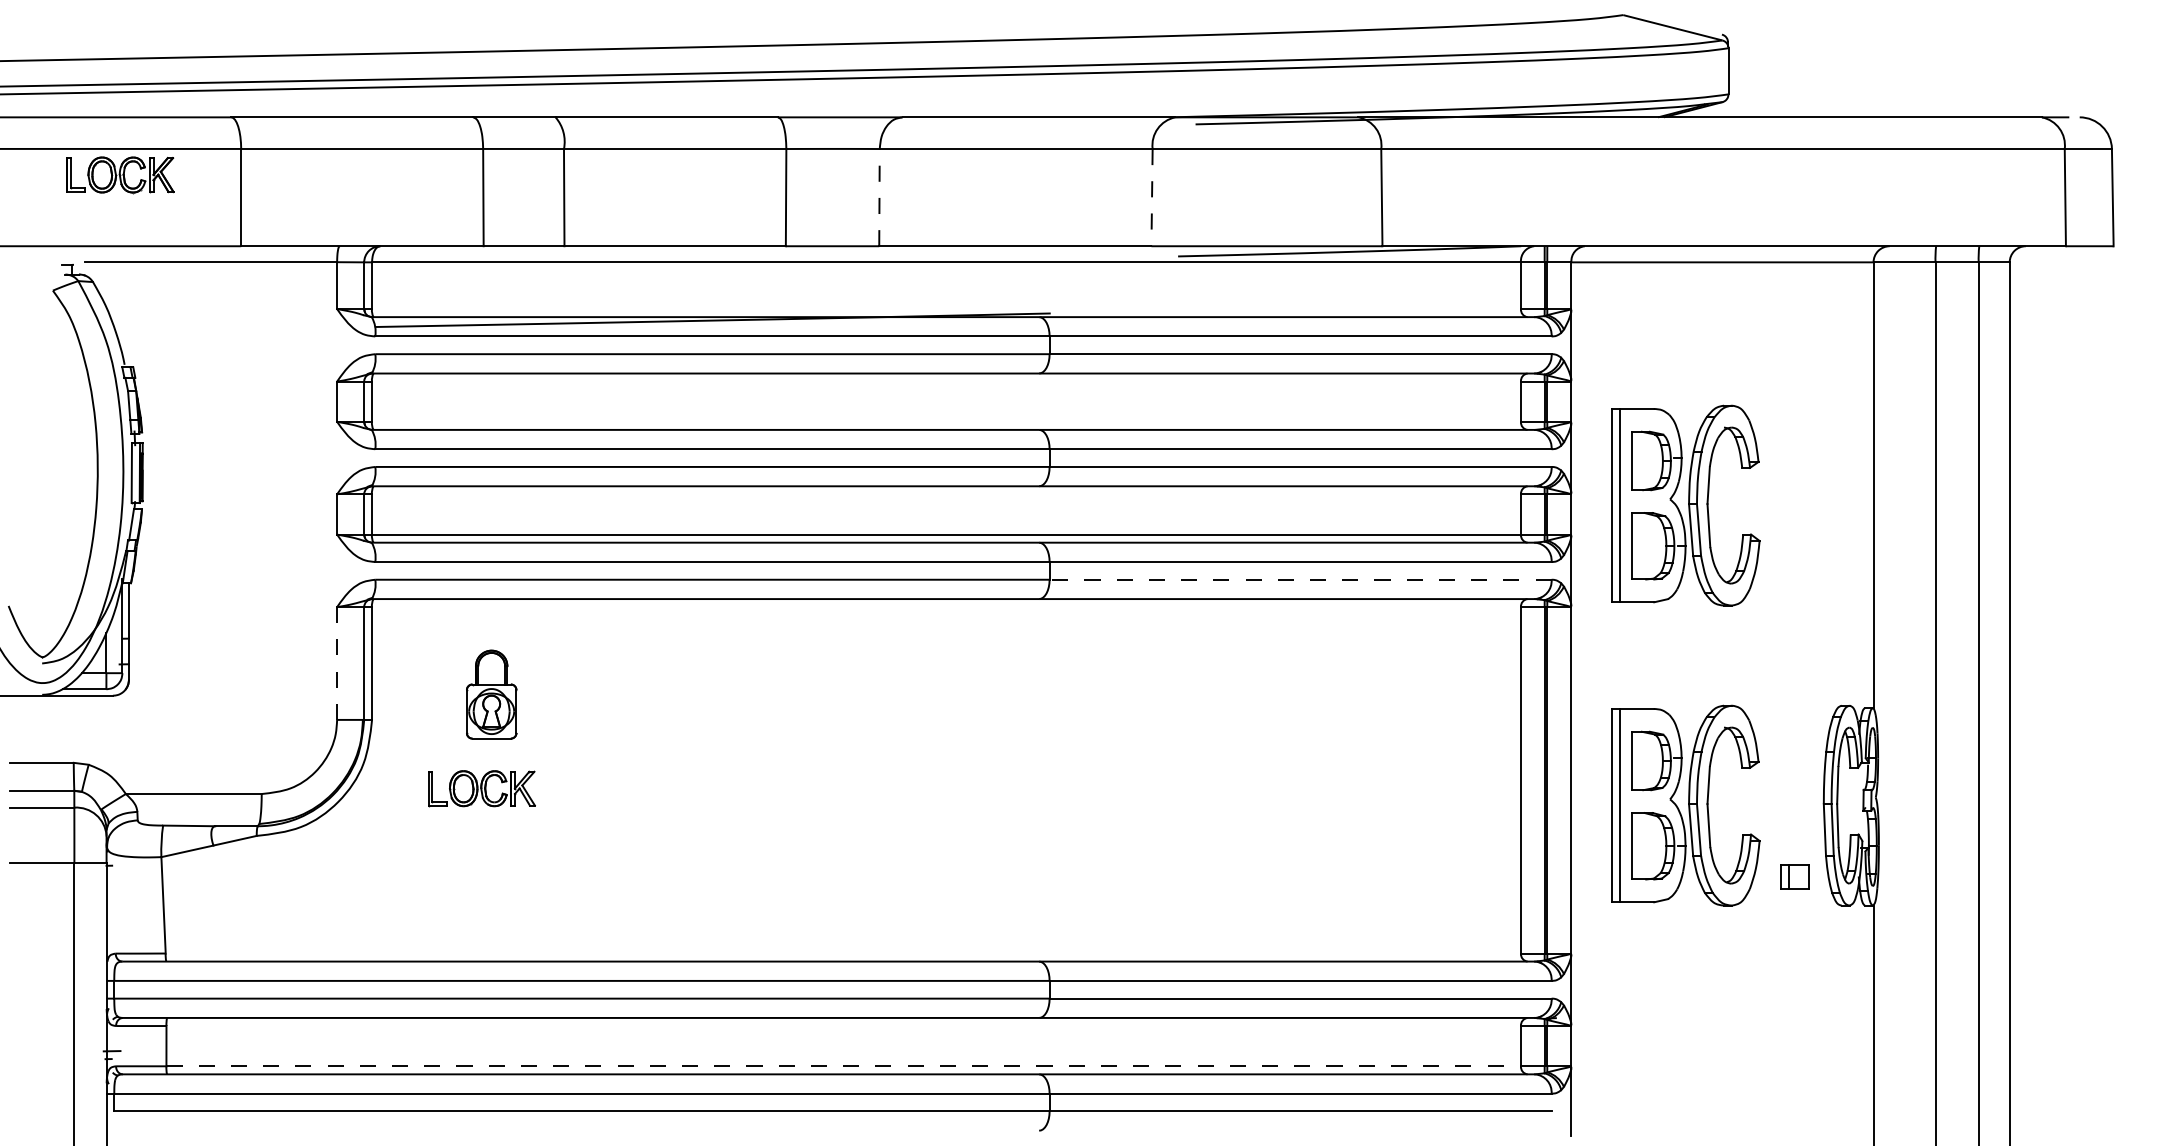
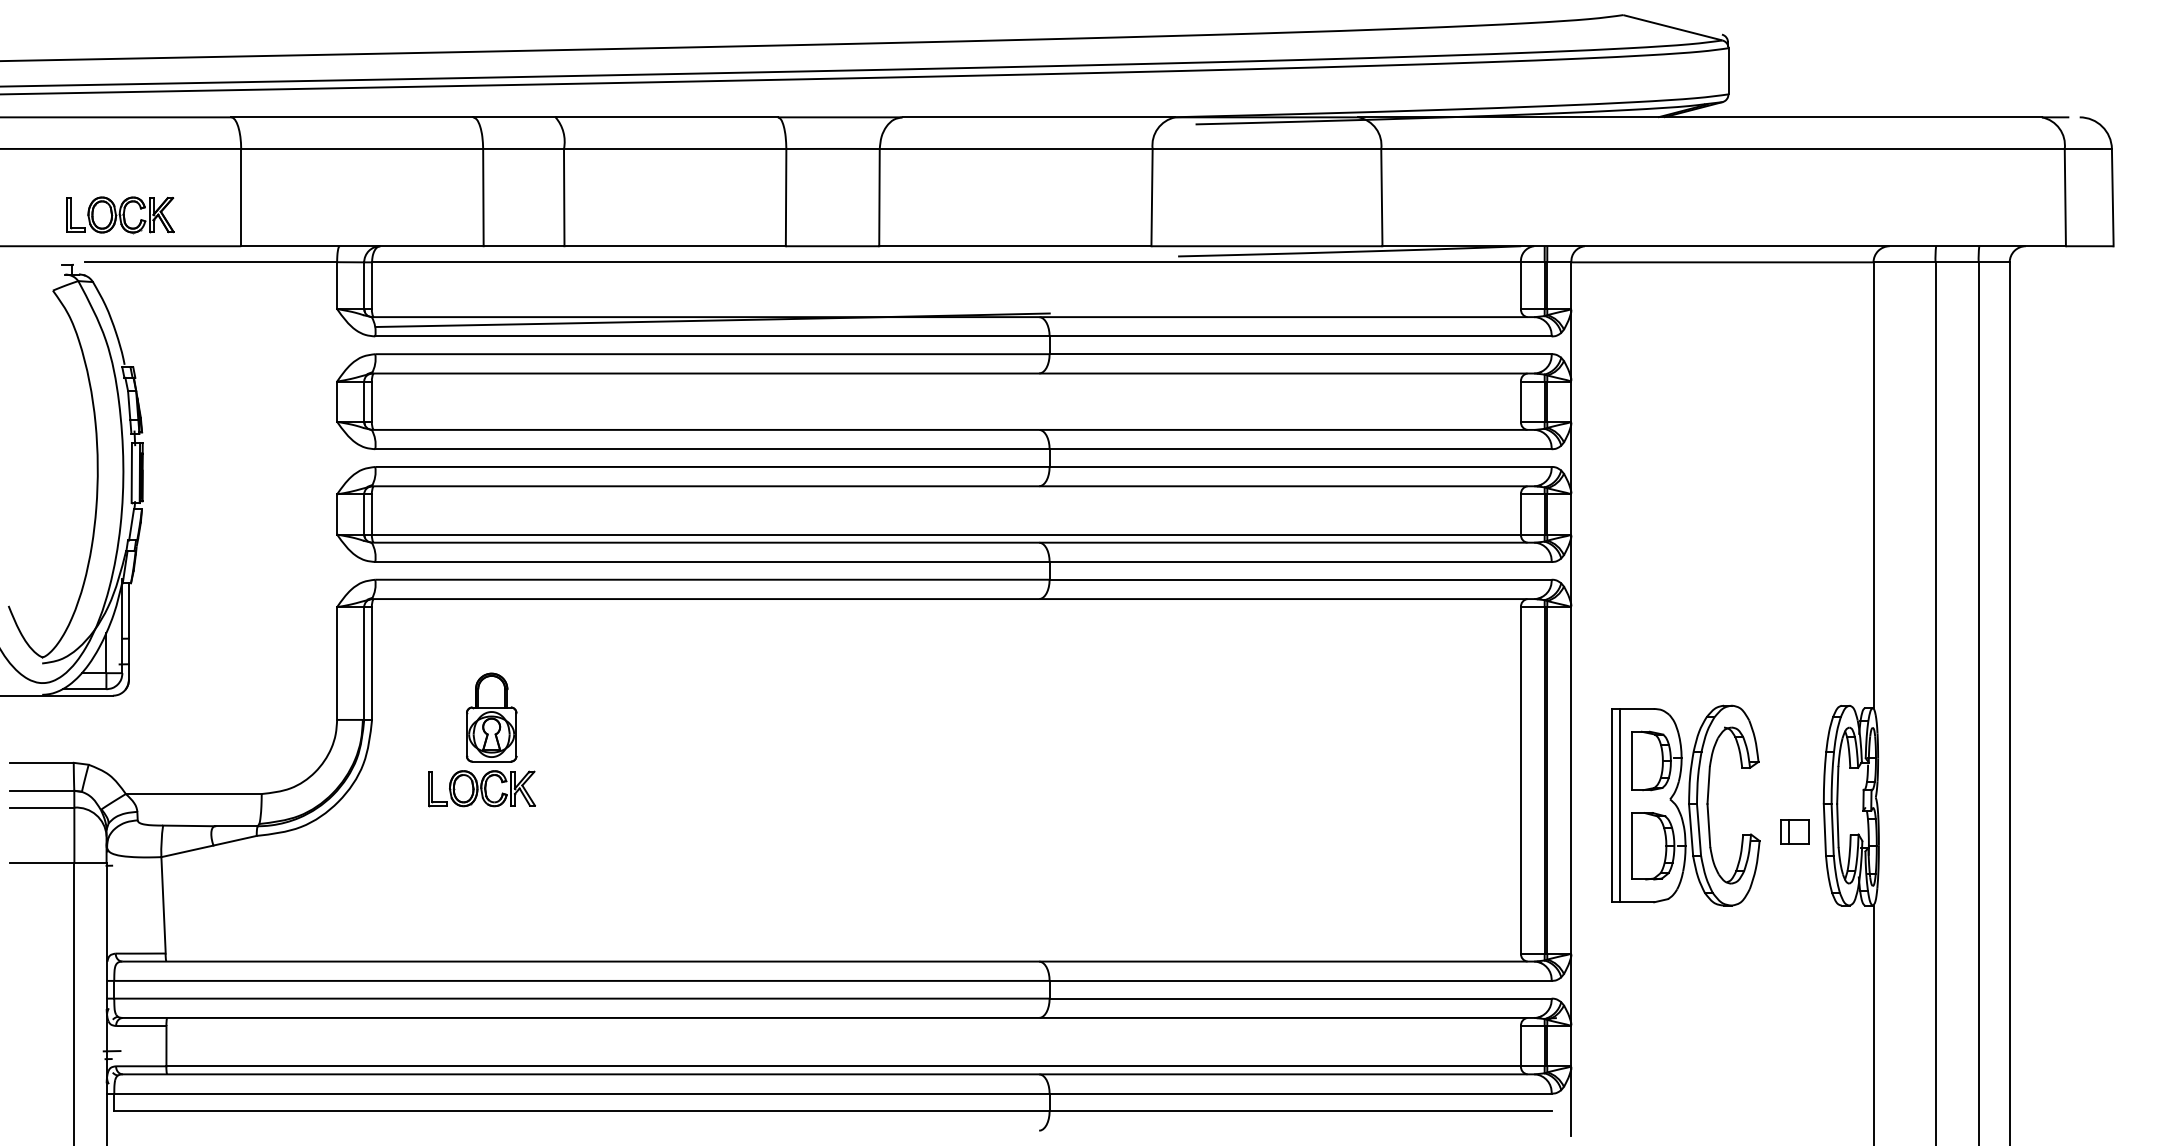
part at (120, 175) position: (120, 175) -> (120, 215)
line at (879, 197): dashed -> solid
line at (1152, 197): dashed -> solid
part at (1685, 505): present -> none
line at (1300, 579): dashed -> solid
line at (337, 663): dashed -> solid
part at (491, 694) position: (491, 694) -> (491, 717)
part at (1794, 876) position: (1794, 876) -> (1794, 831)
line at (844, 1066): dashed -> solid
